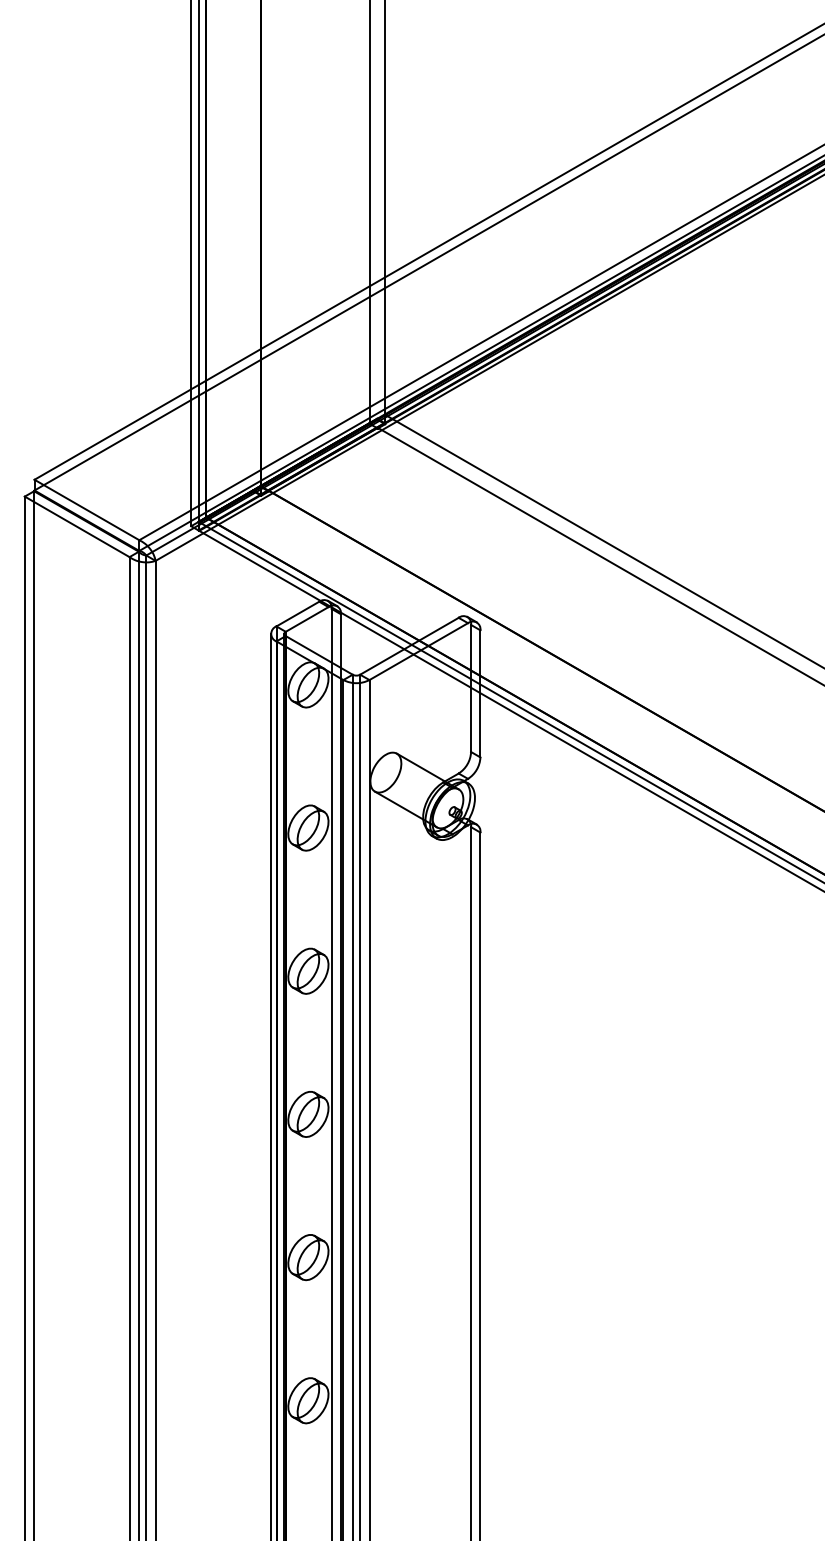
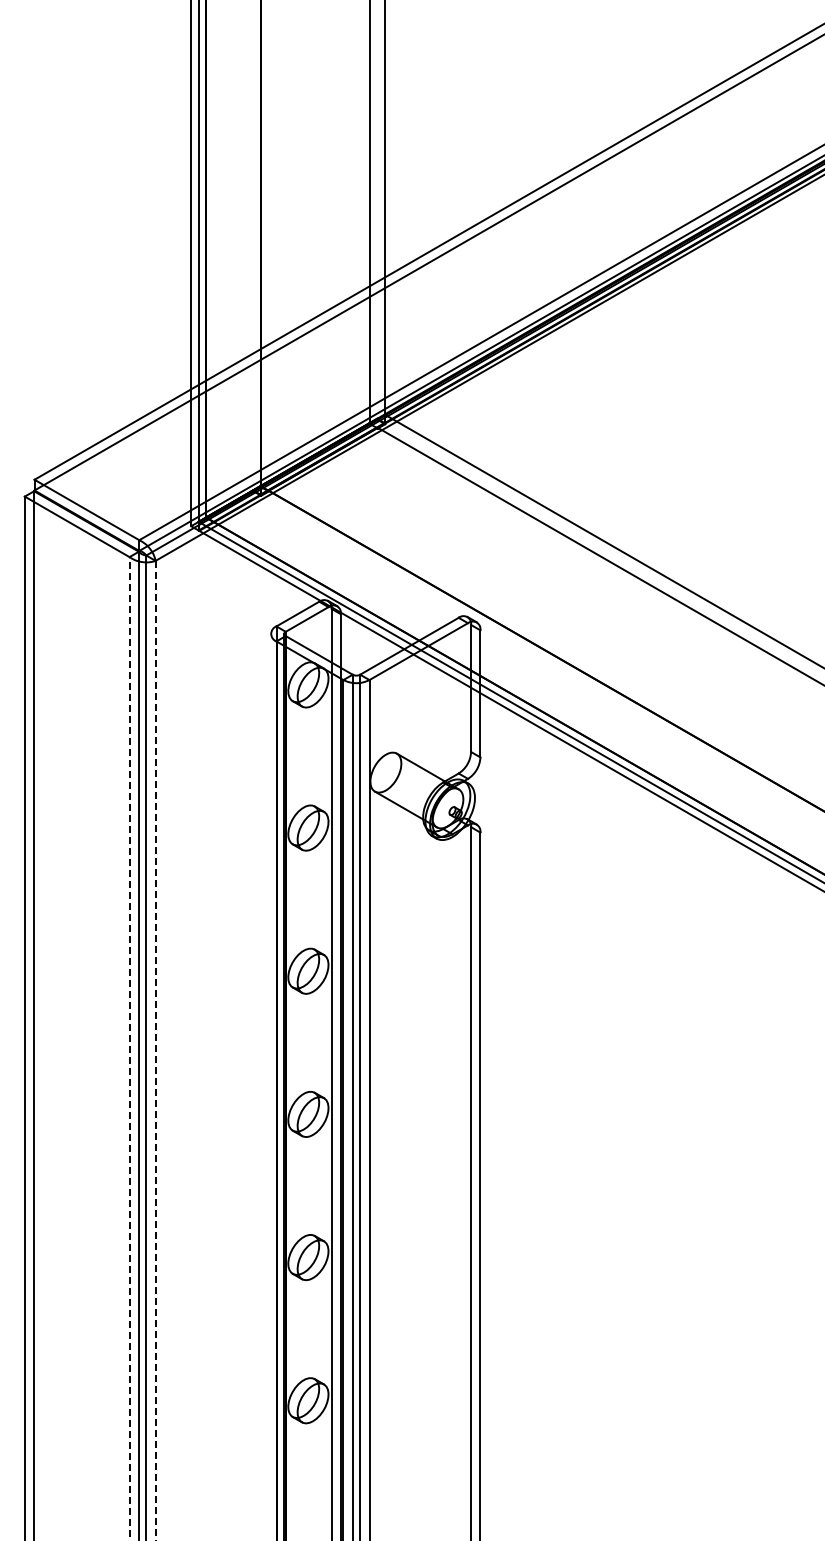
line at (129, 1048): solid -> dashed
line at (155, 1050): solid -> dashed
line at (271, 1085): present -> none
